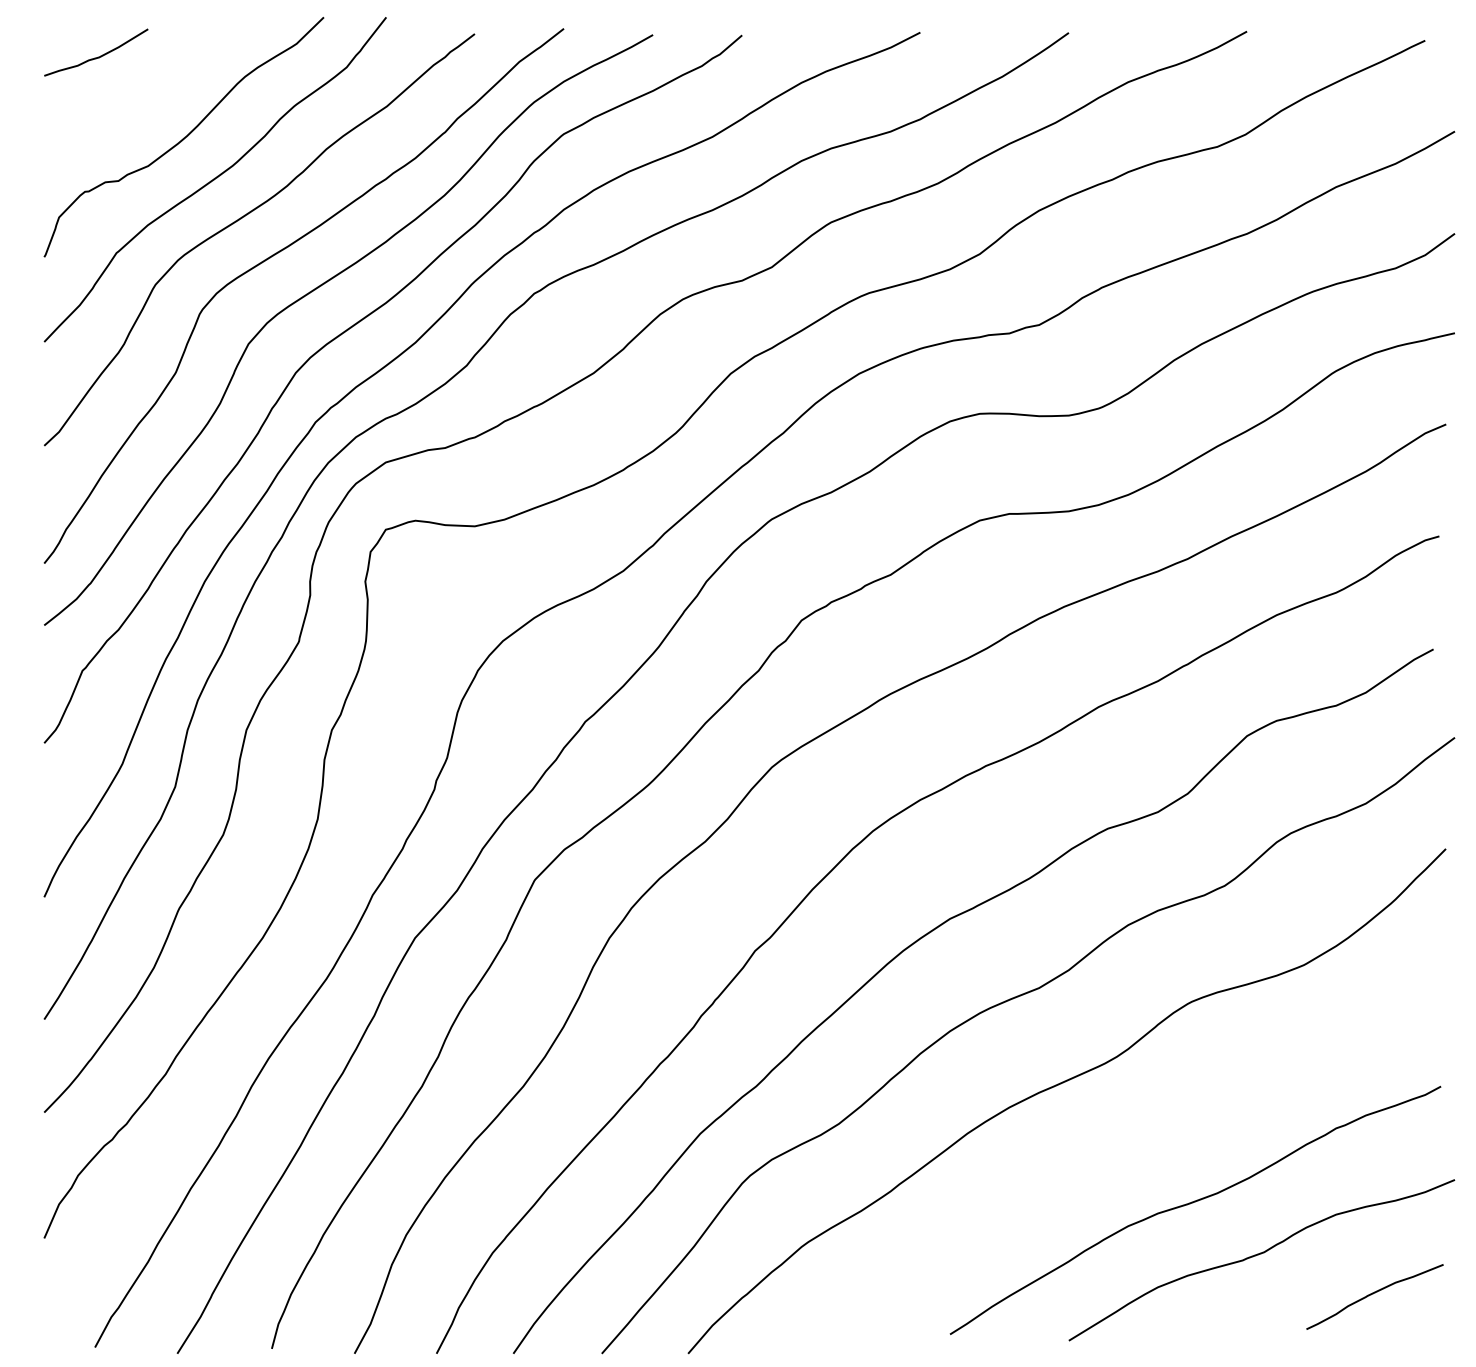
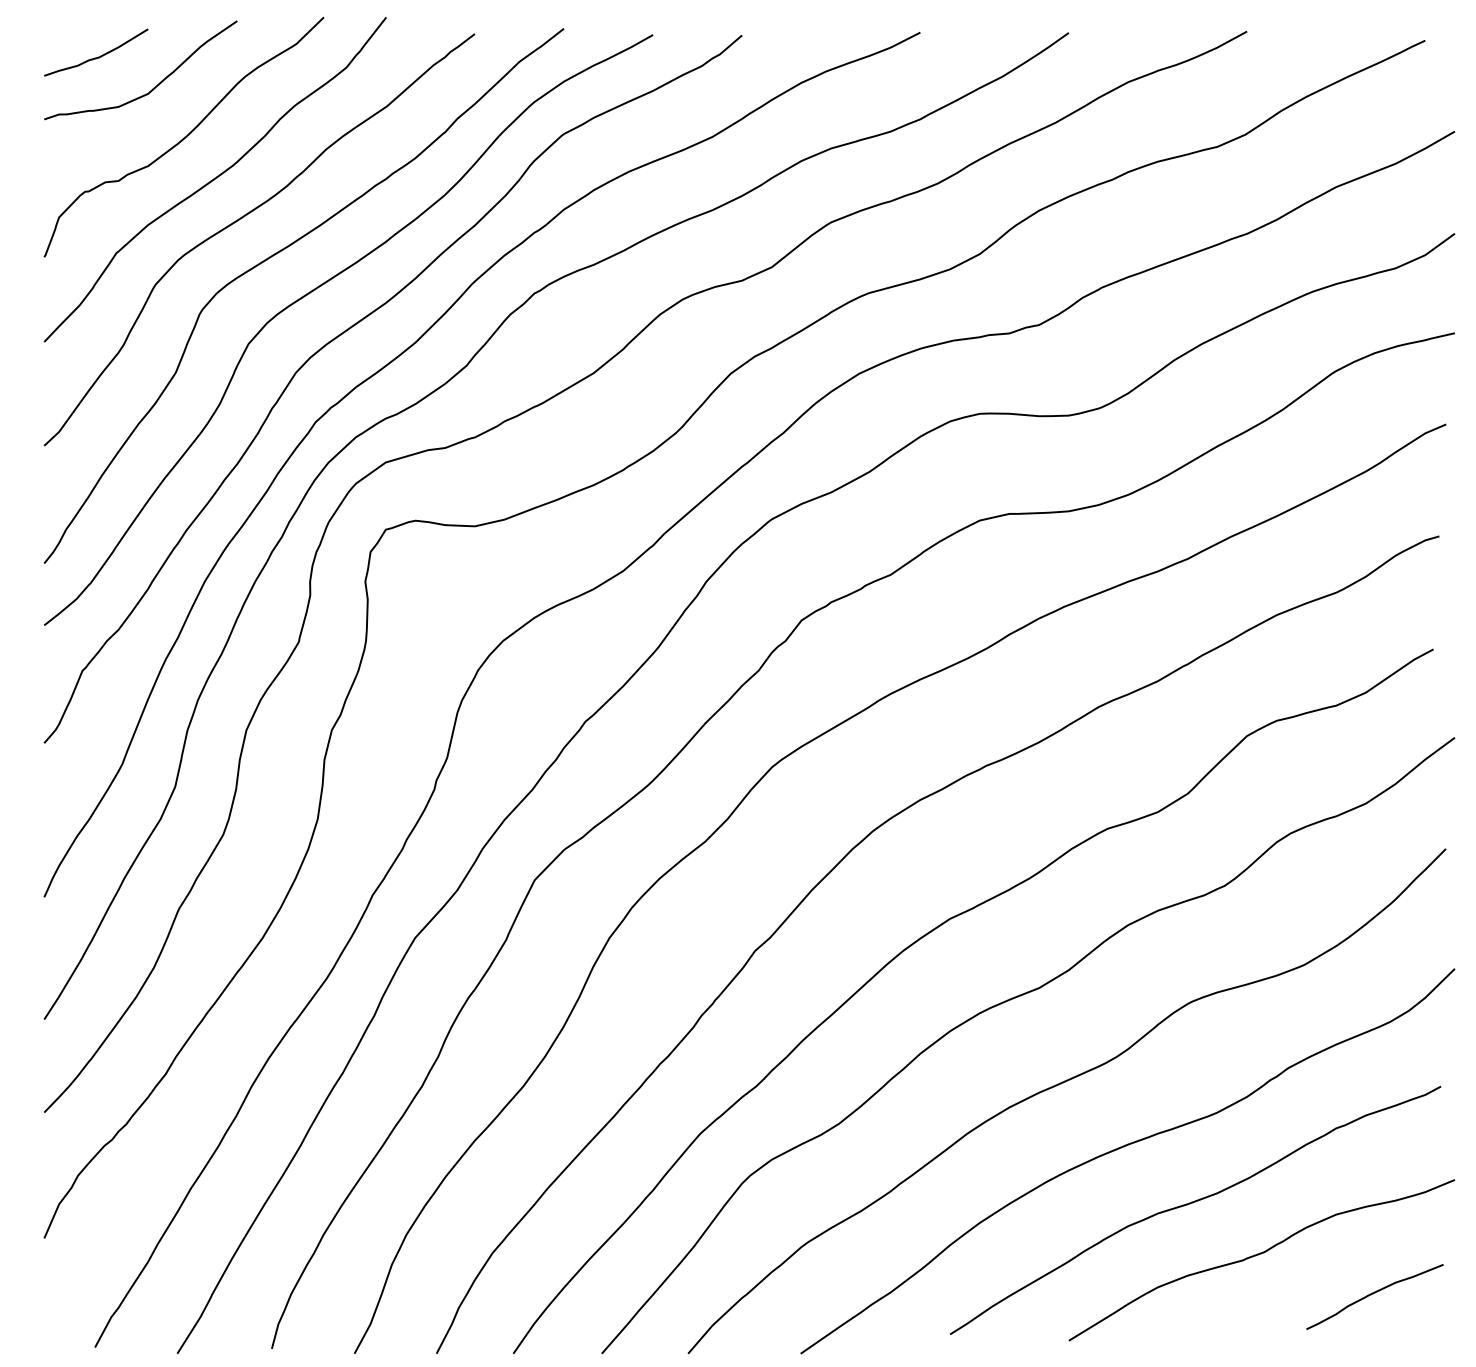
curve at (153, 87): none -> present
curve at (1124, 1147): none -> present
